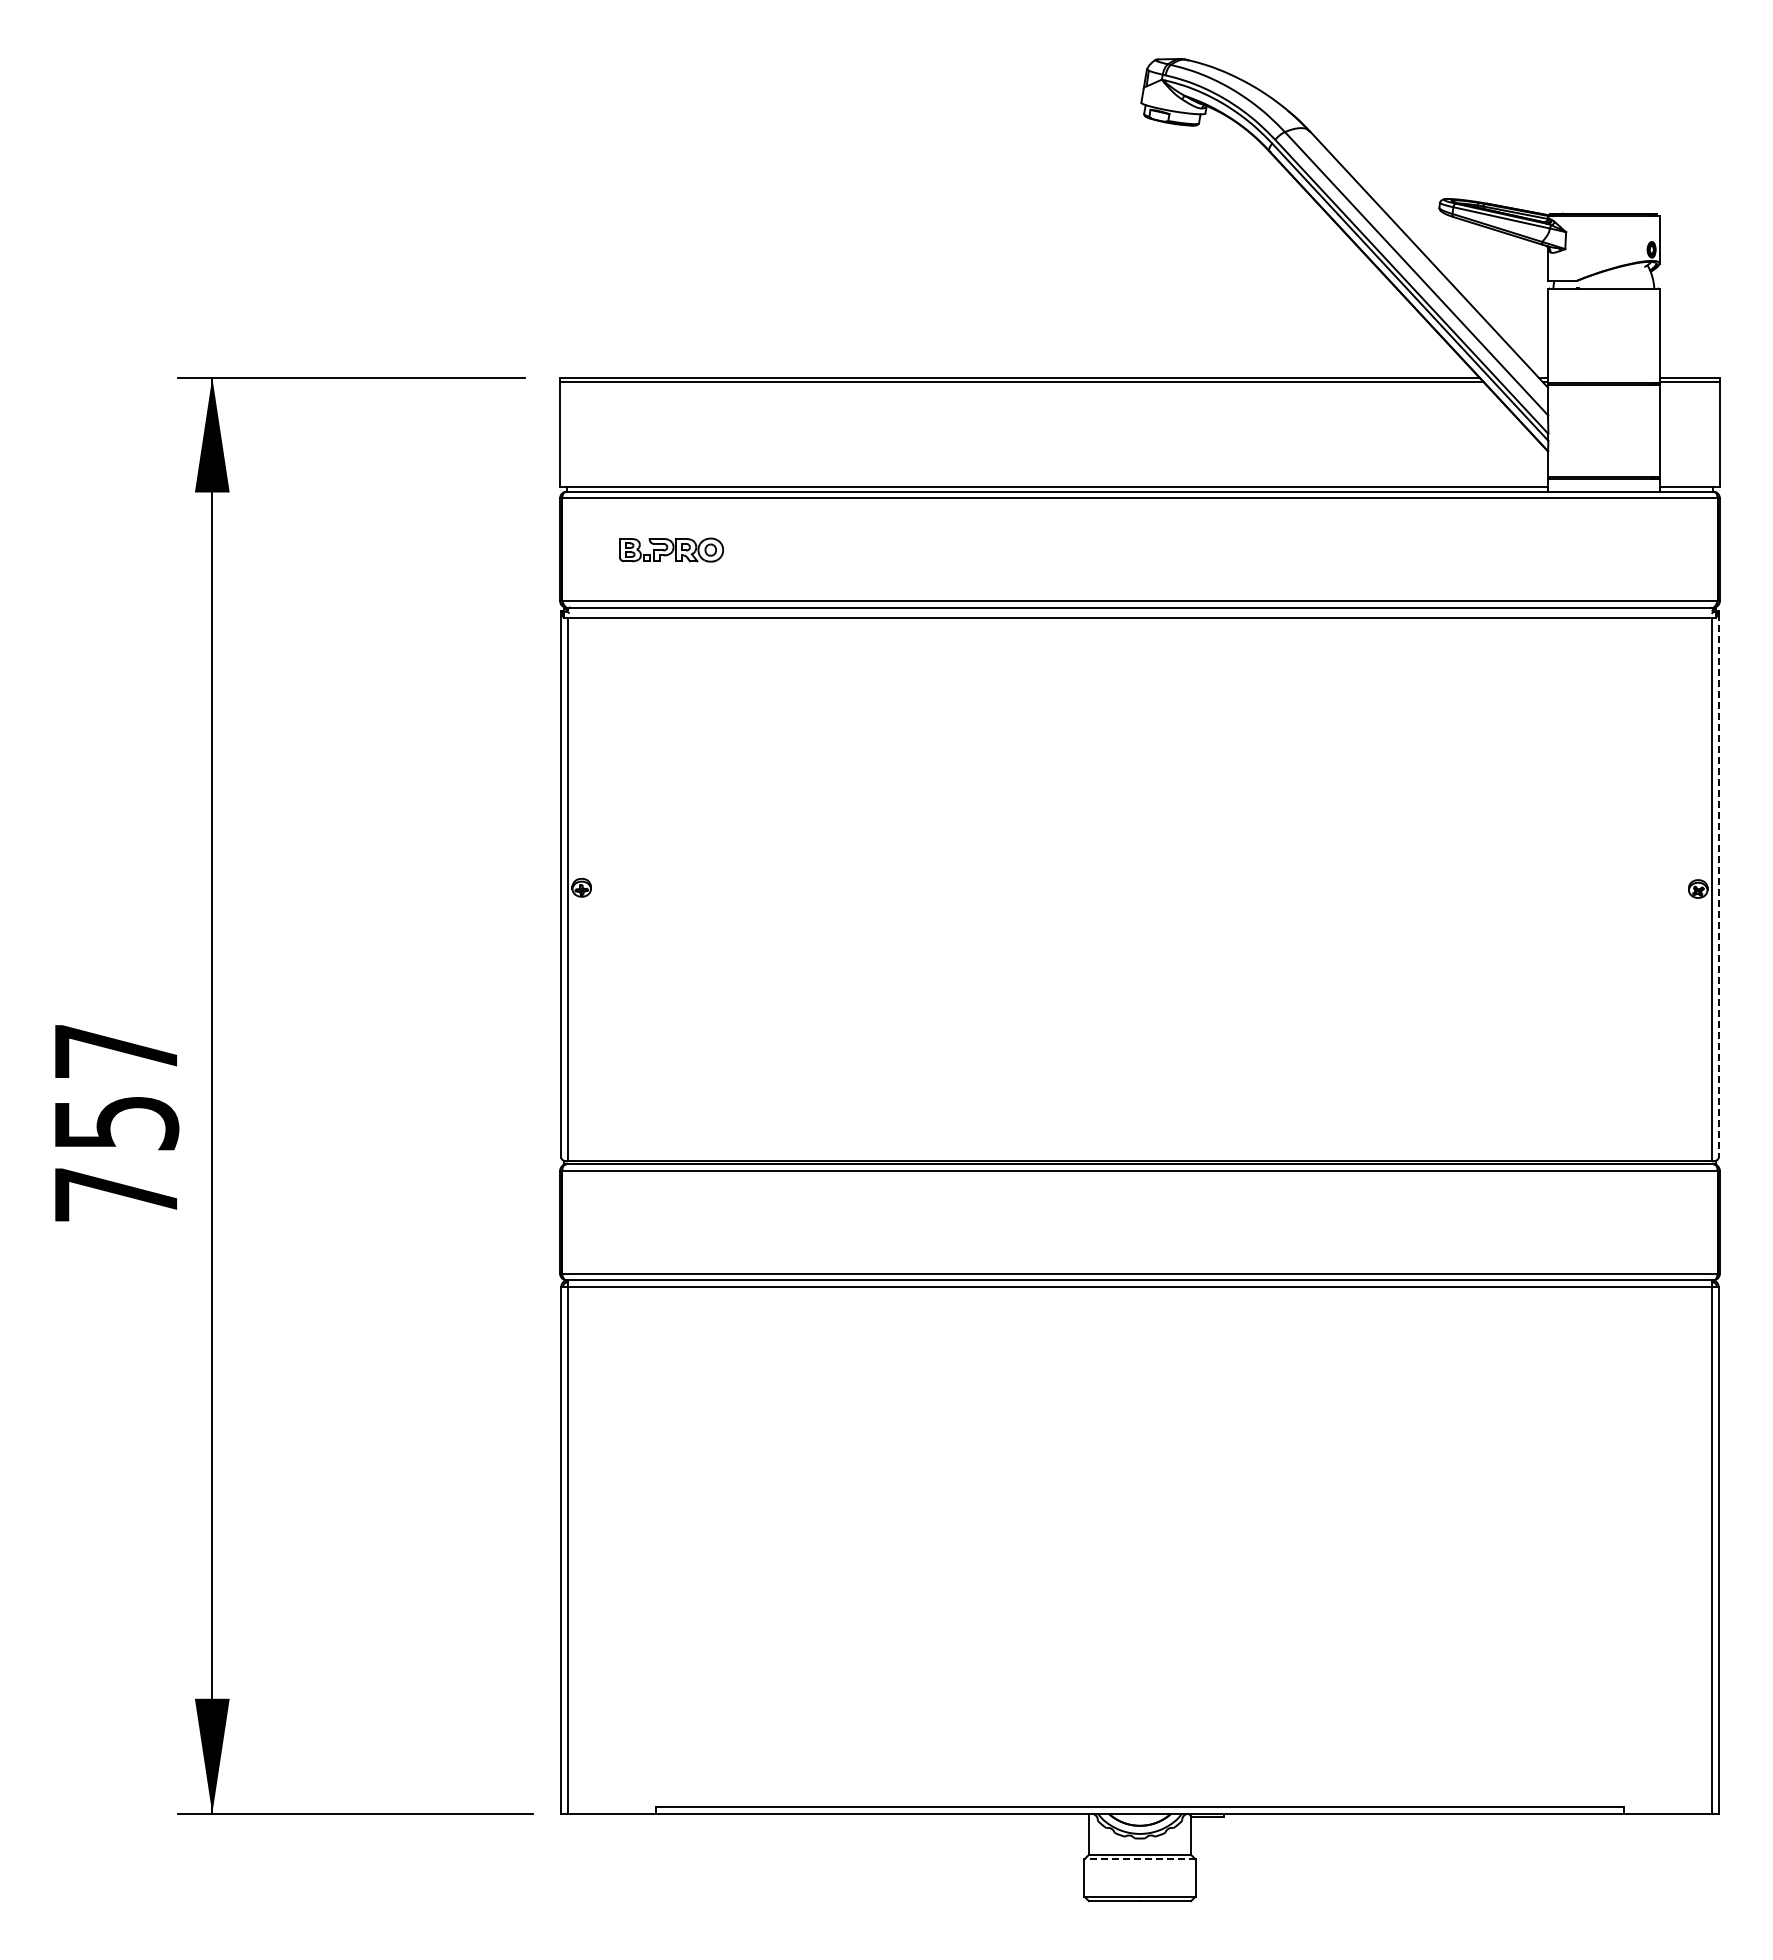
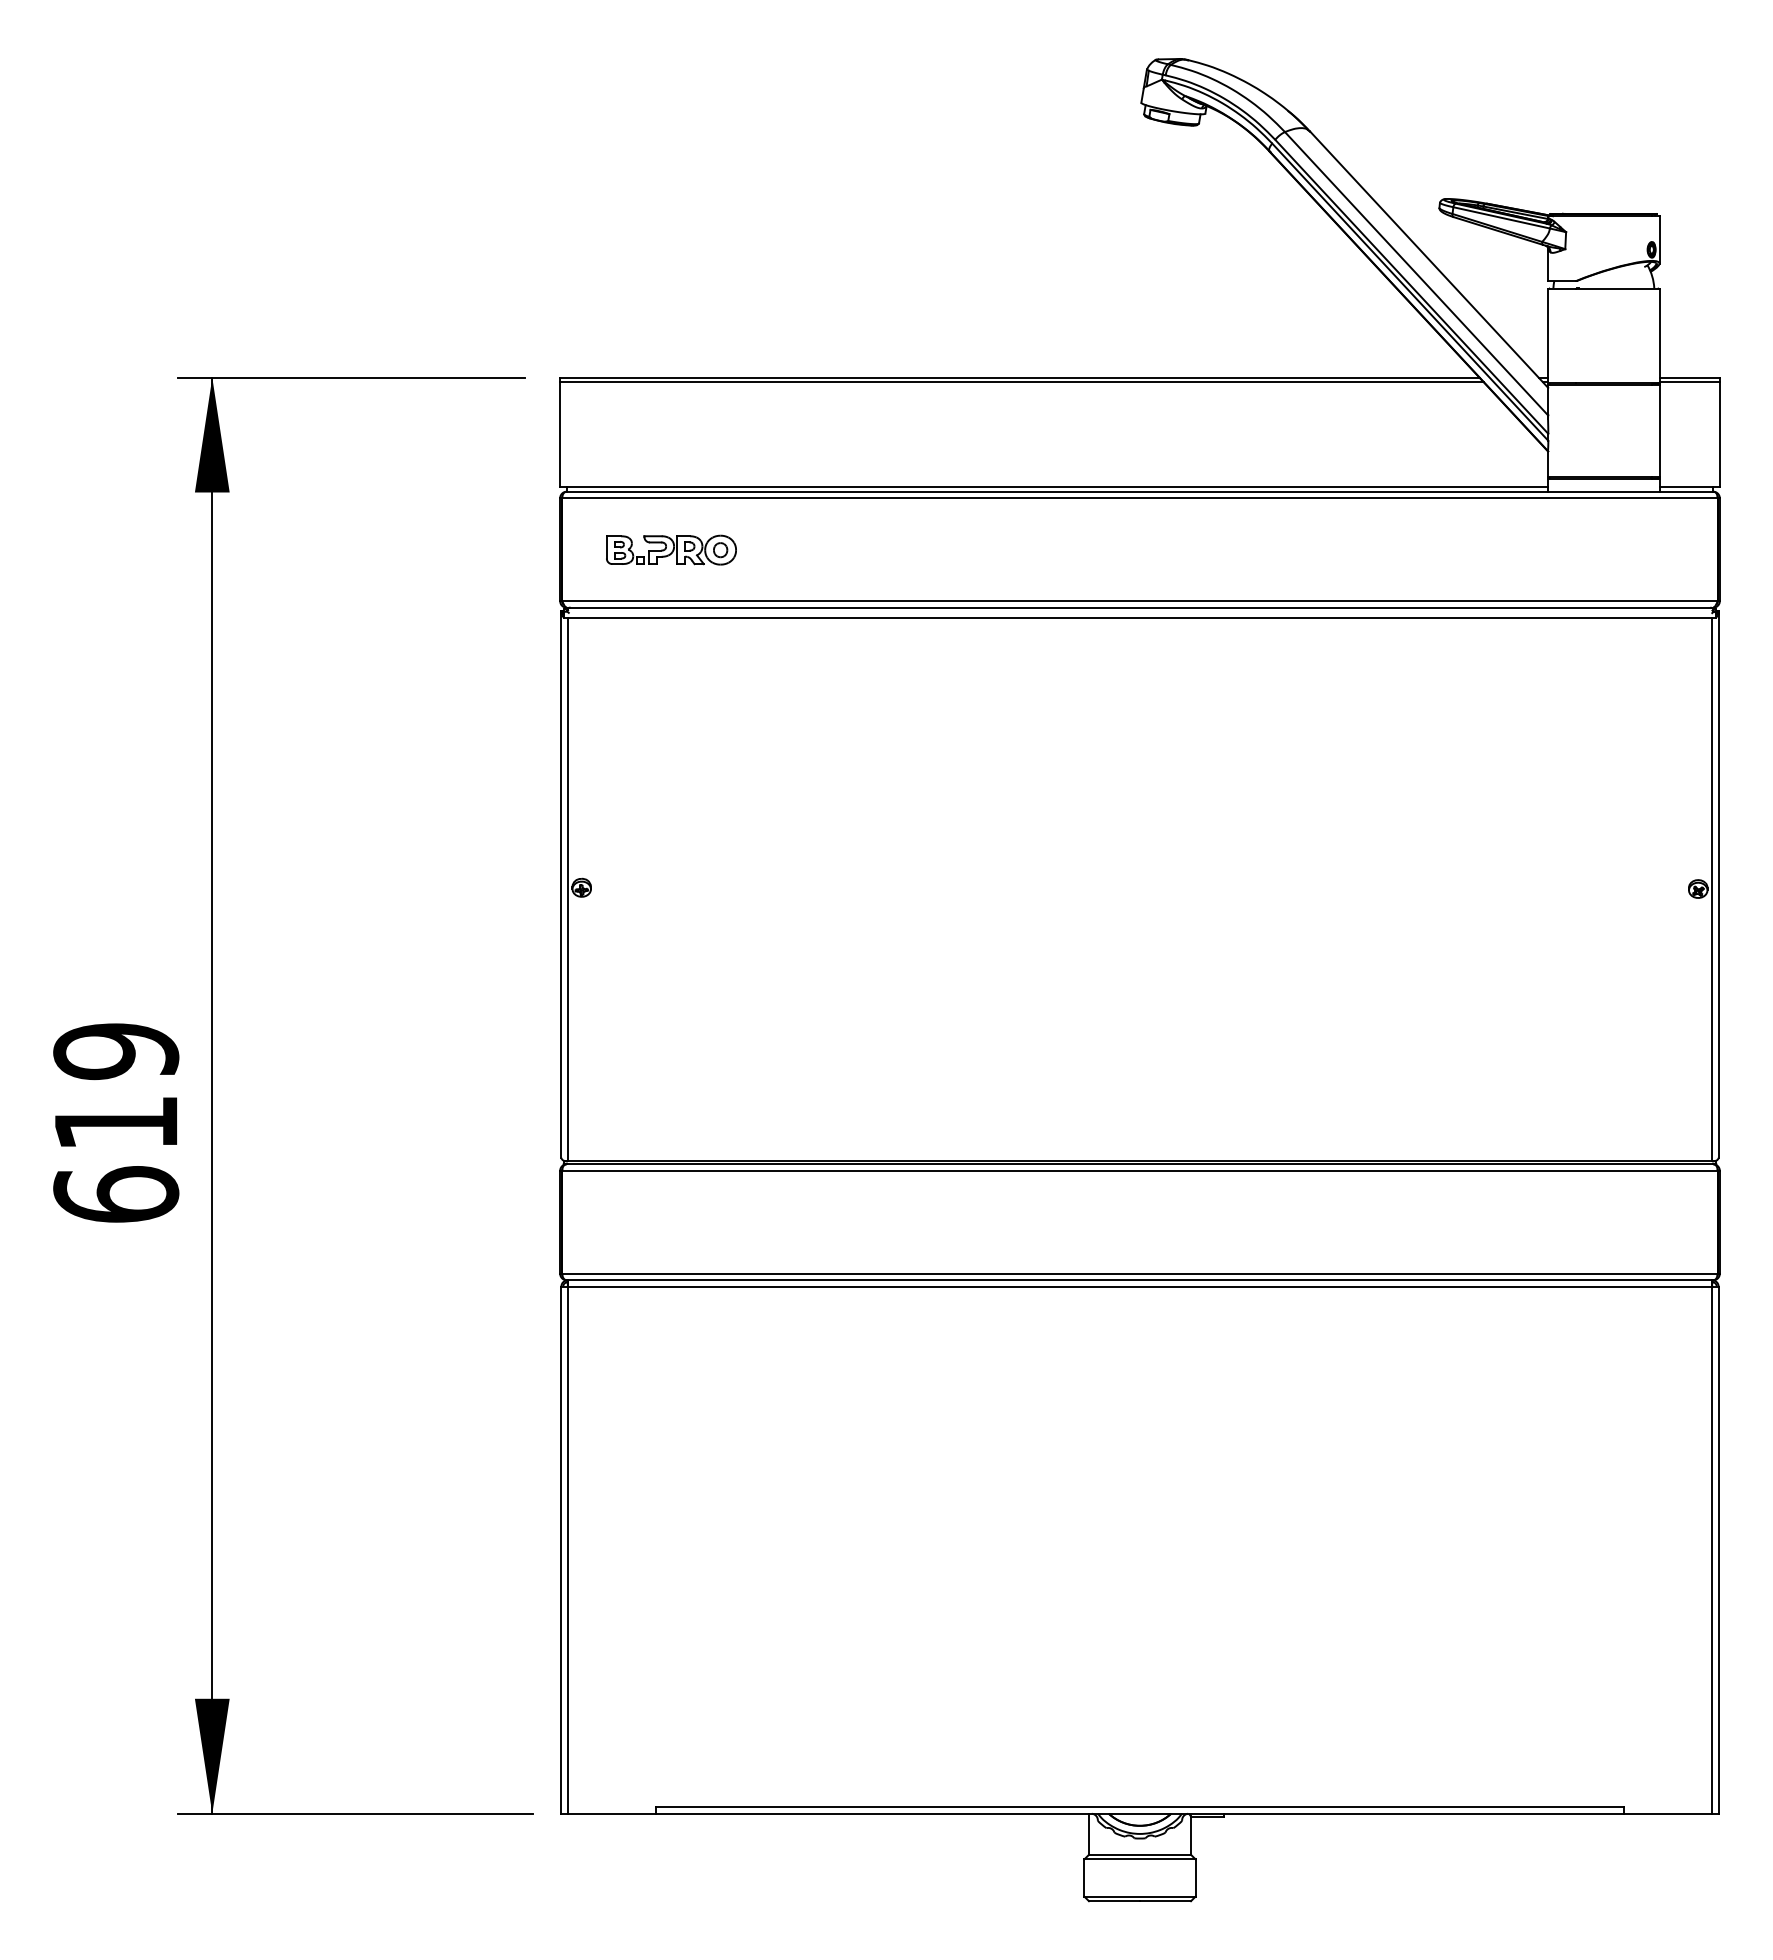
part at (671, 549) size: 107x26 px -> 131x32 px
line at (1718, 886): dashed -> solid
text at (116, 1122): 757 -> 619
line at (1140, 1859): dashed -> solid
